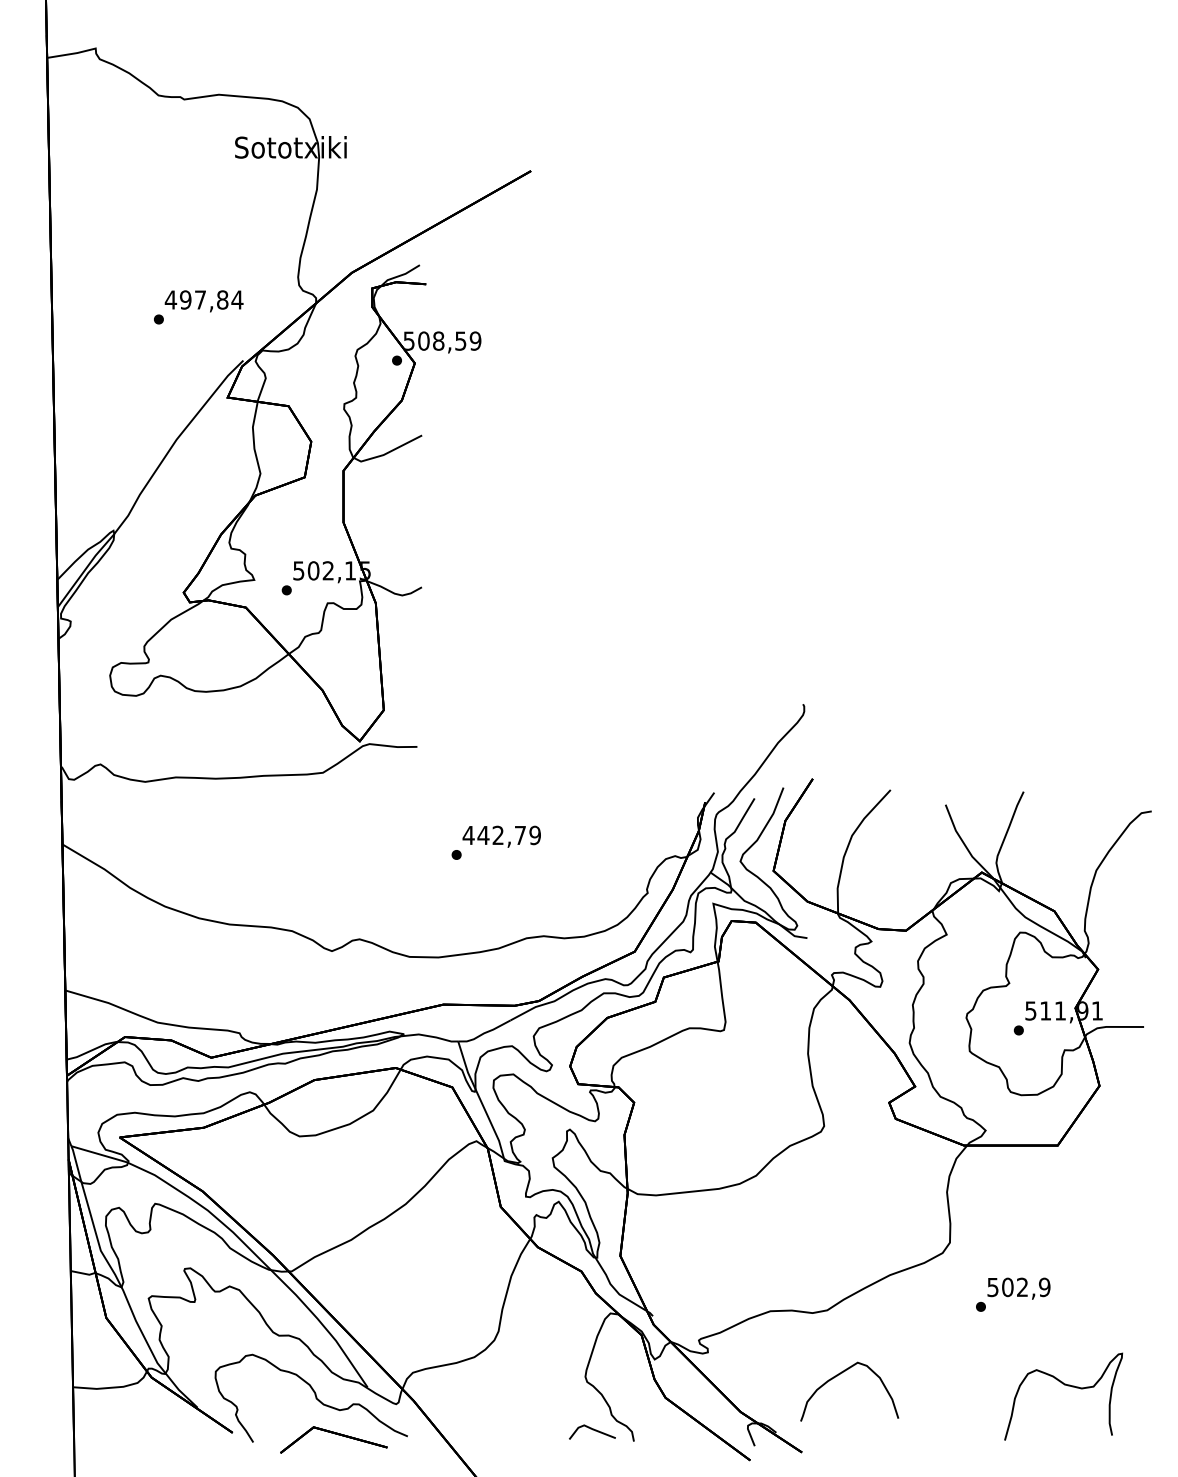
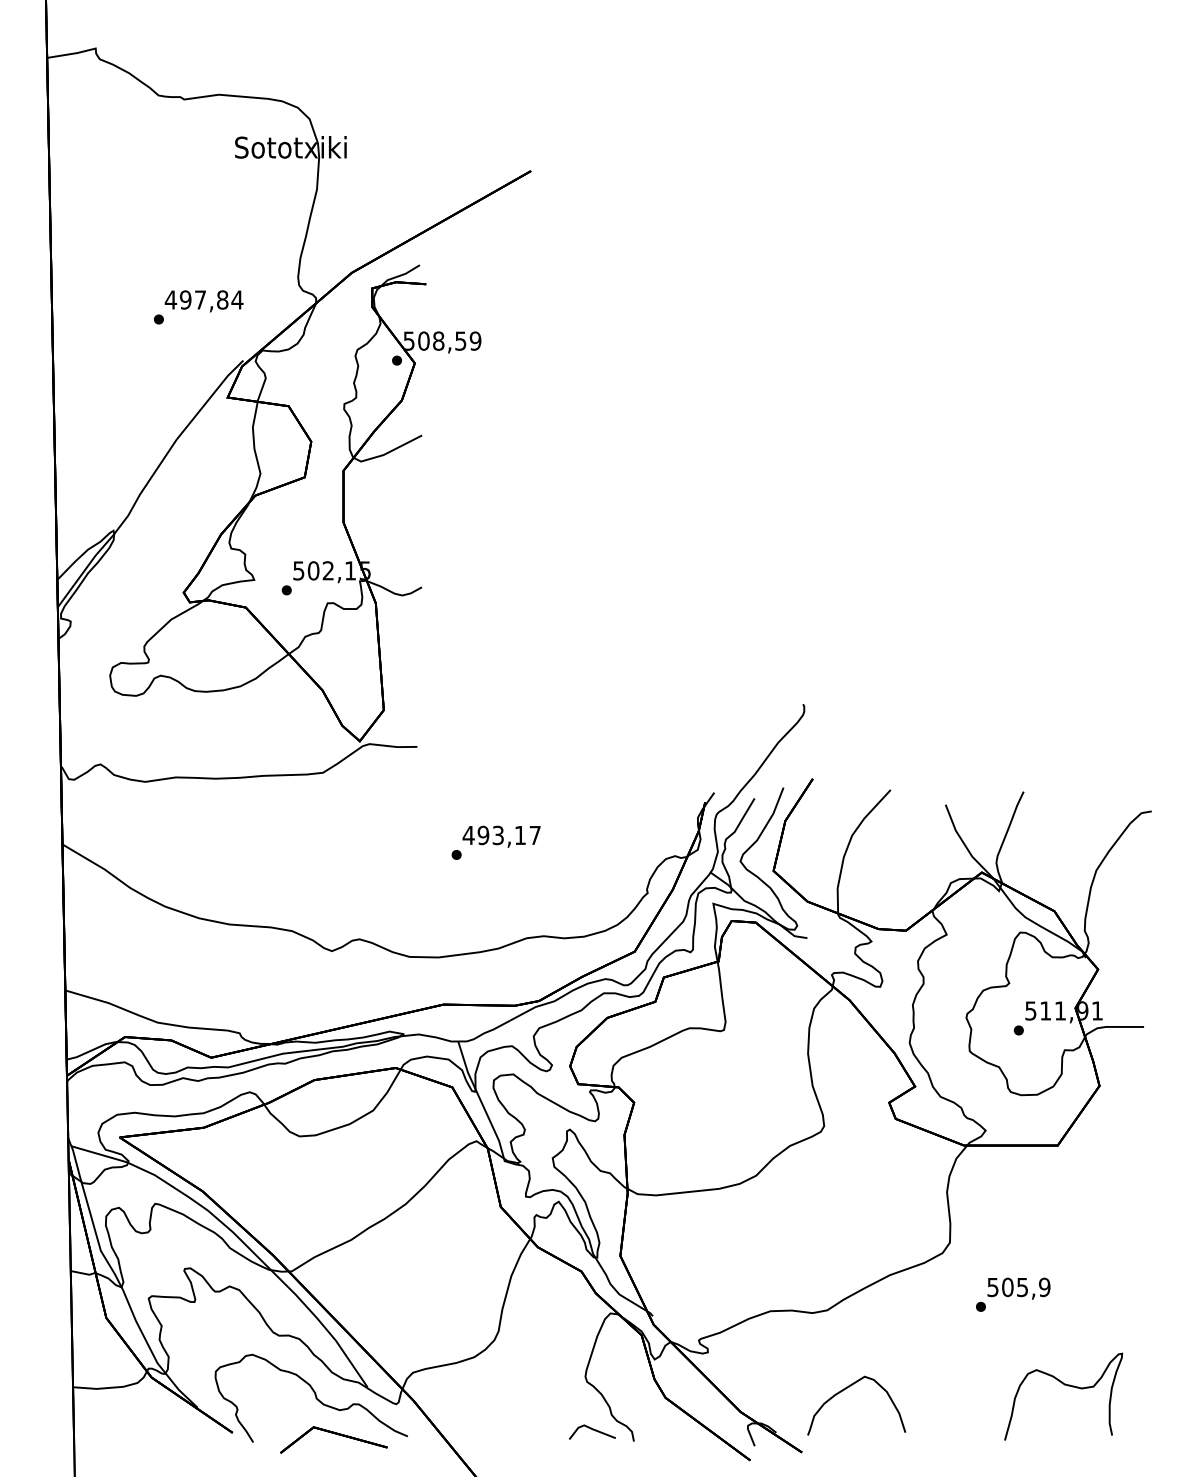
text at (508, 835): 442,79 -> 493,17
text at (1022, 1287): 502,9 -> 505,9
curve at (839, 1375) position: (839, 1375) -> (846, 1389)
